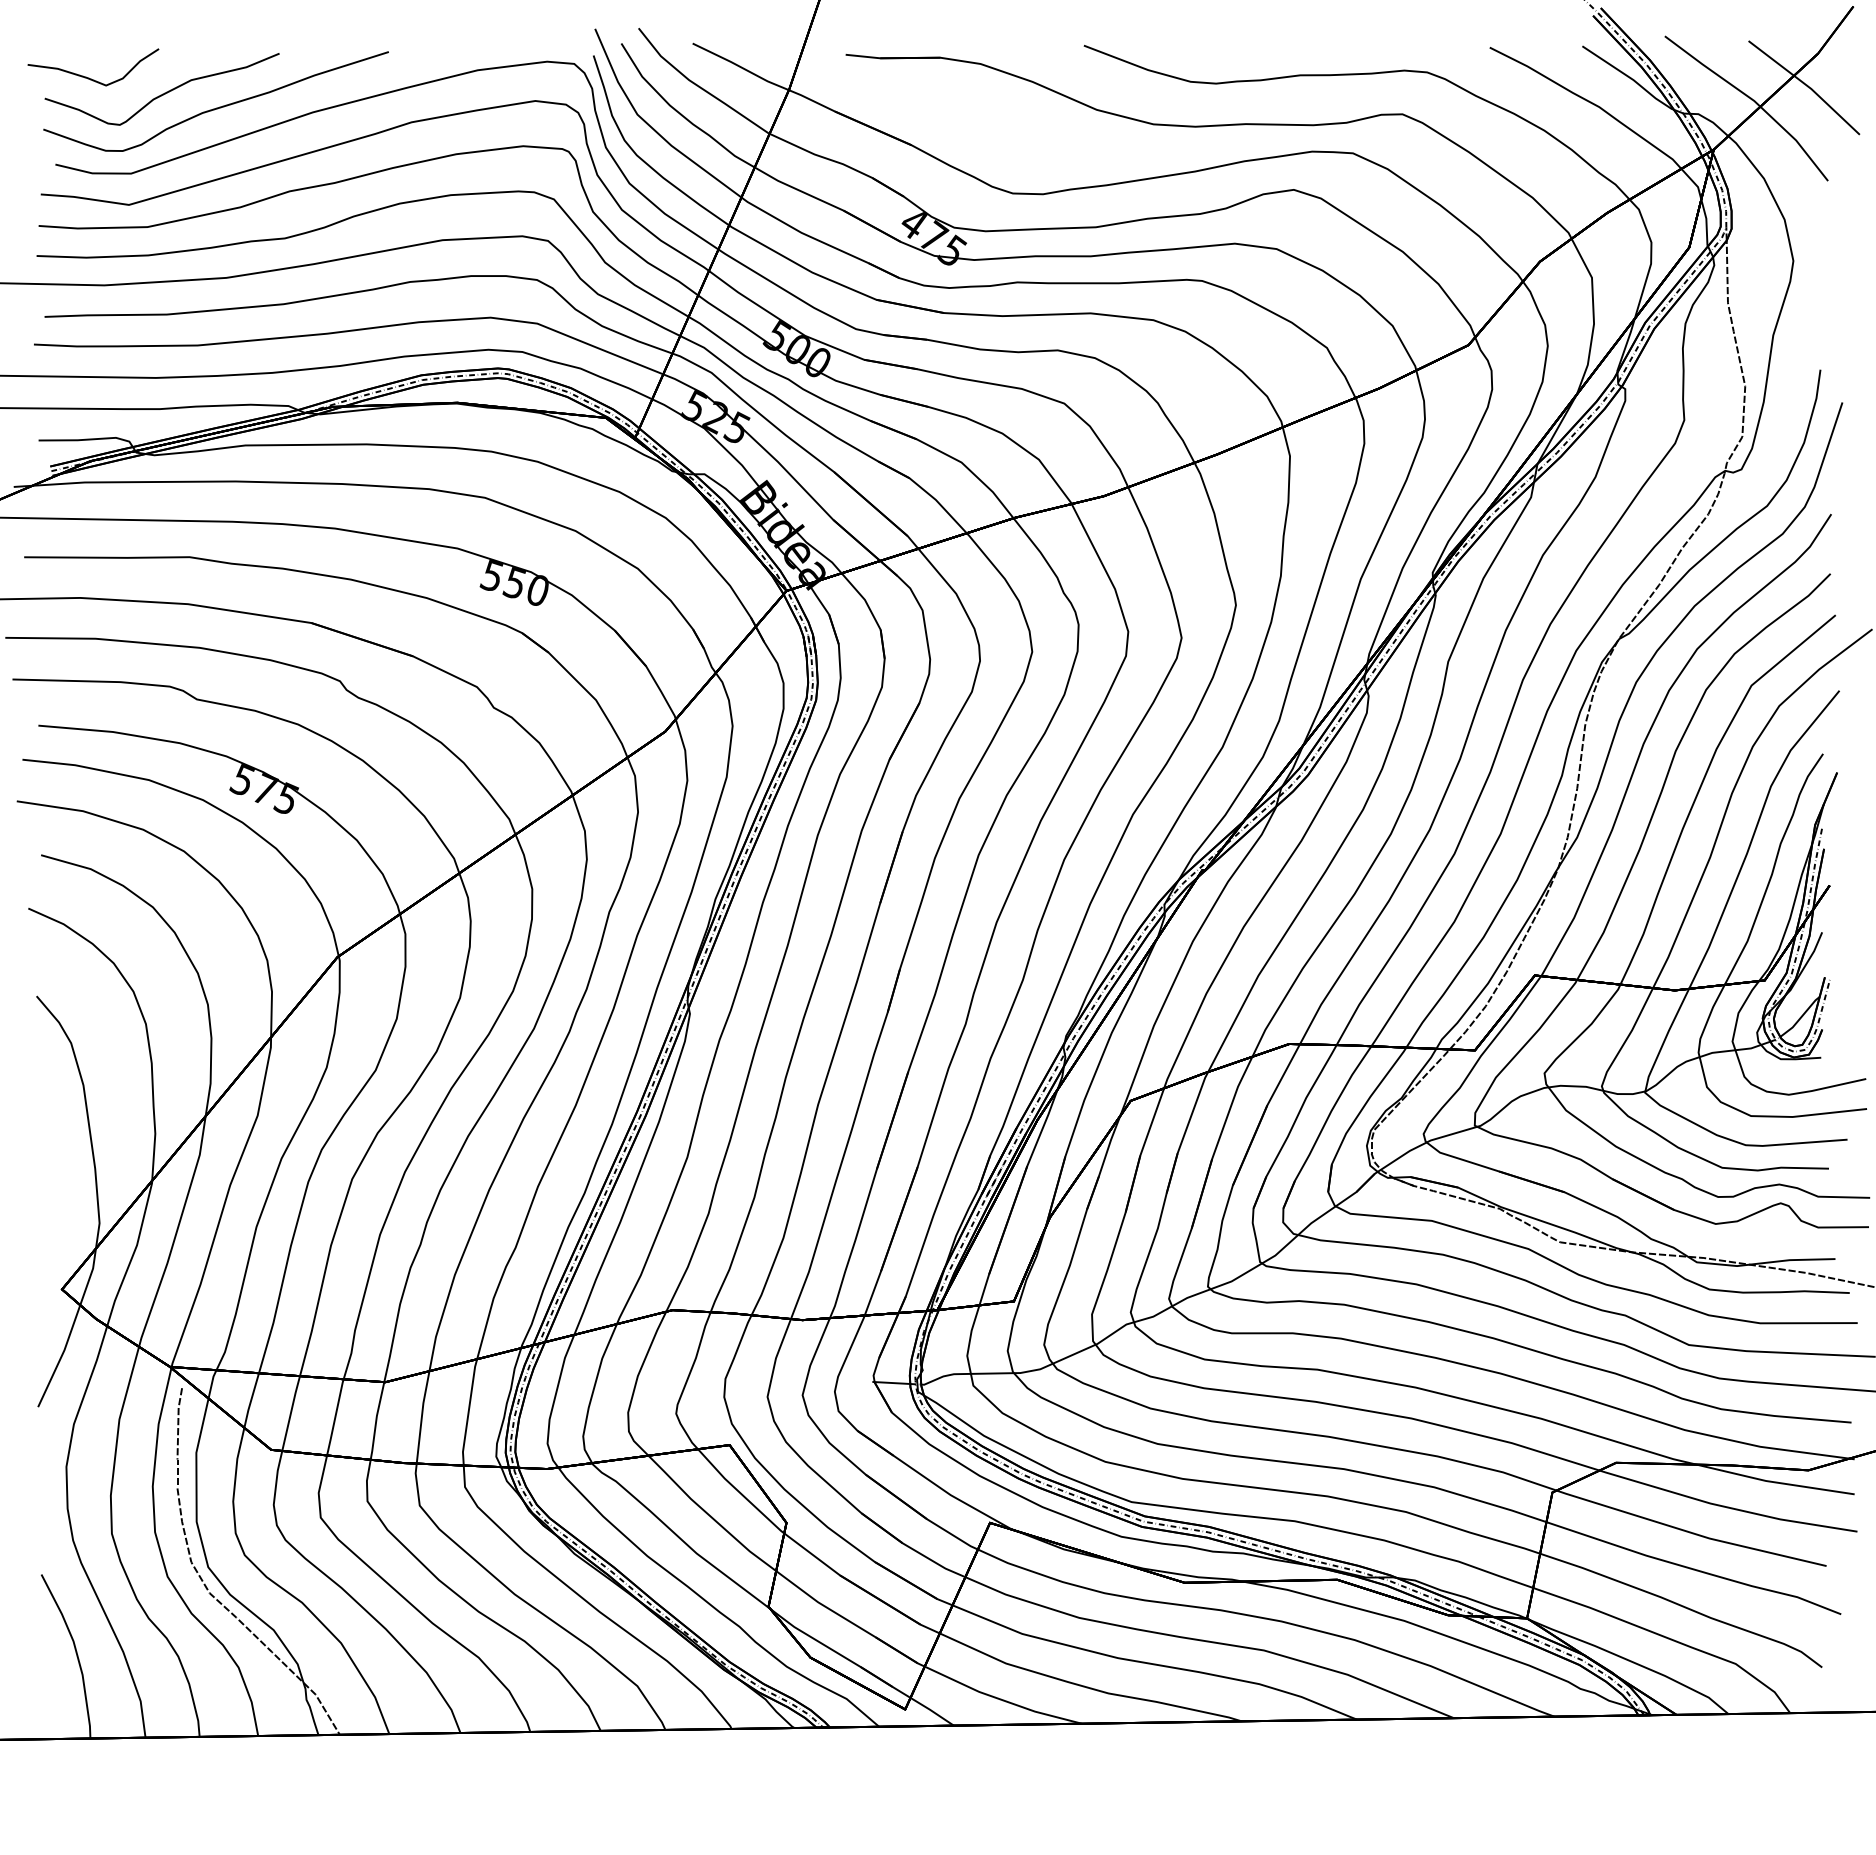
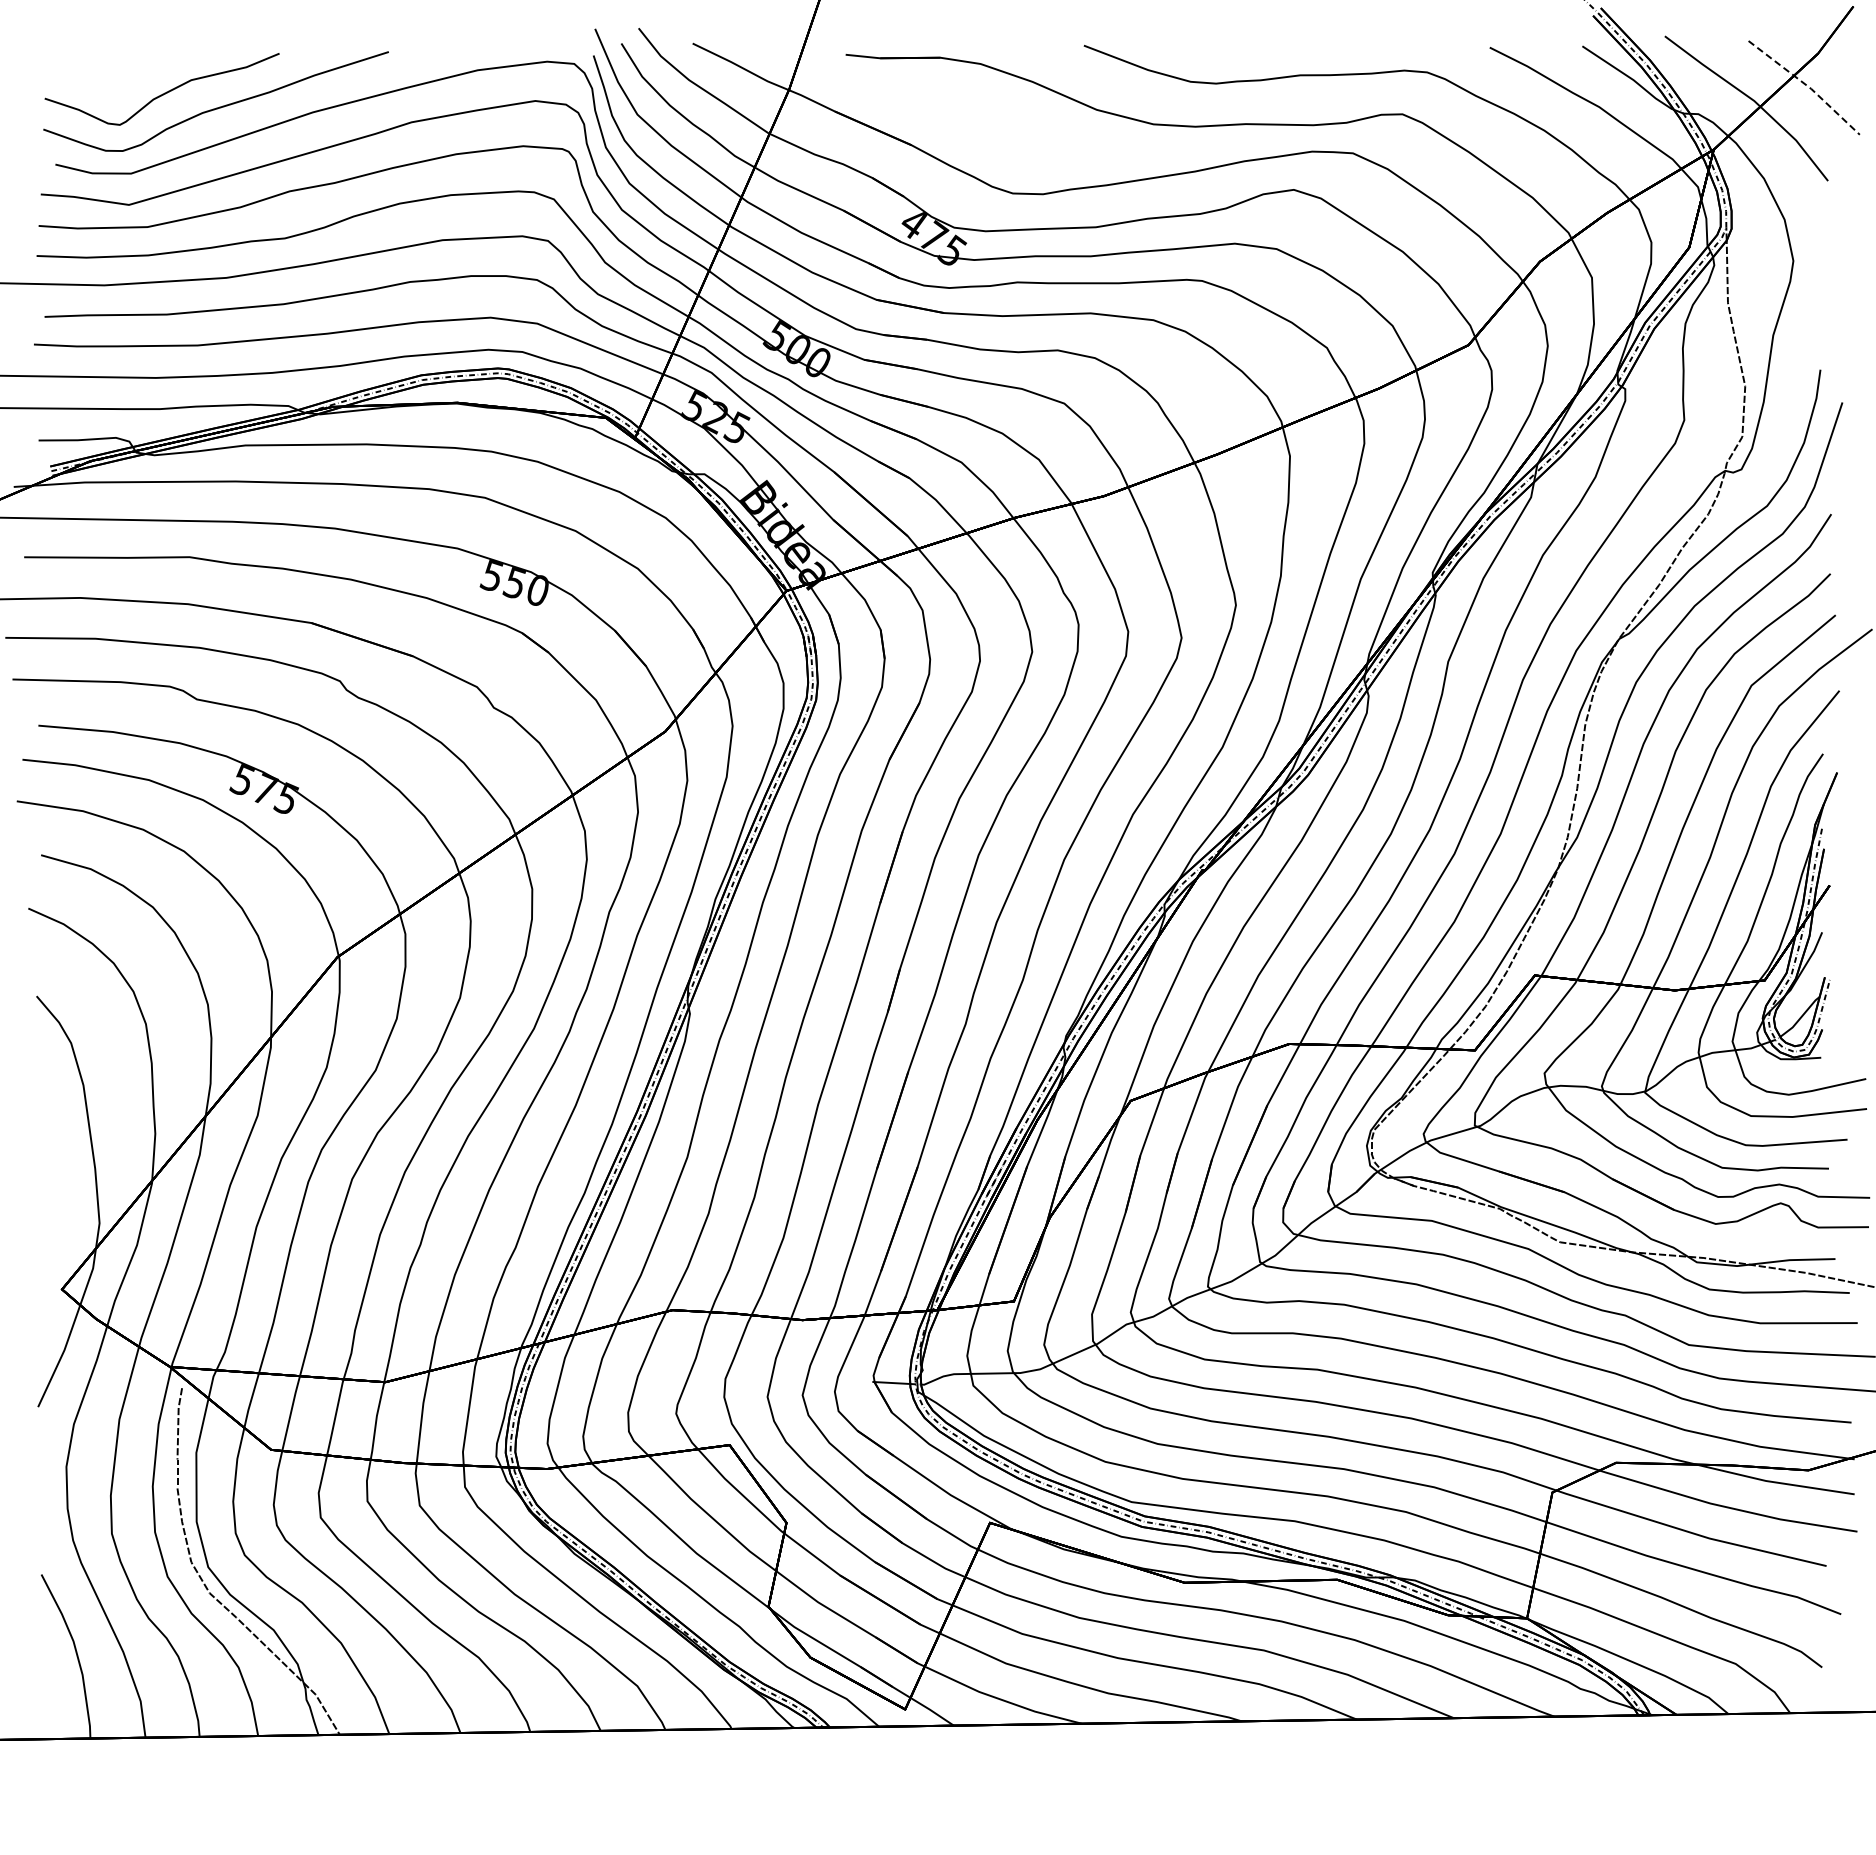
curve at (89, 77): present -> none
line at (1807, 85): solid -> dashed
